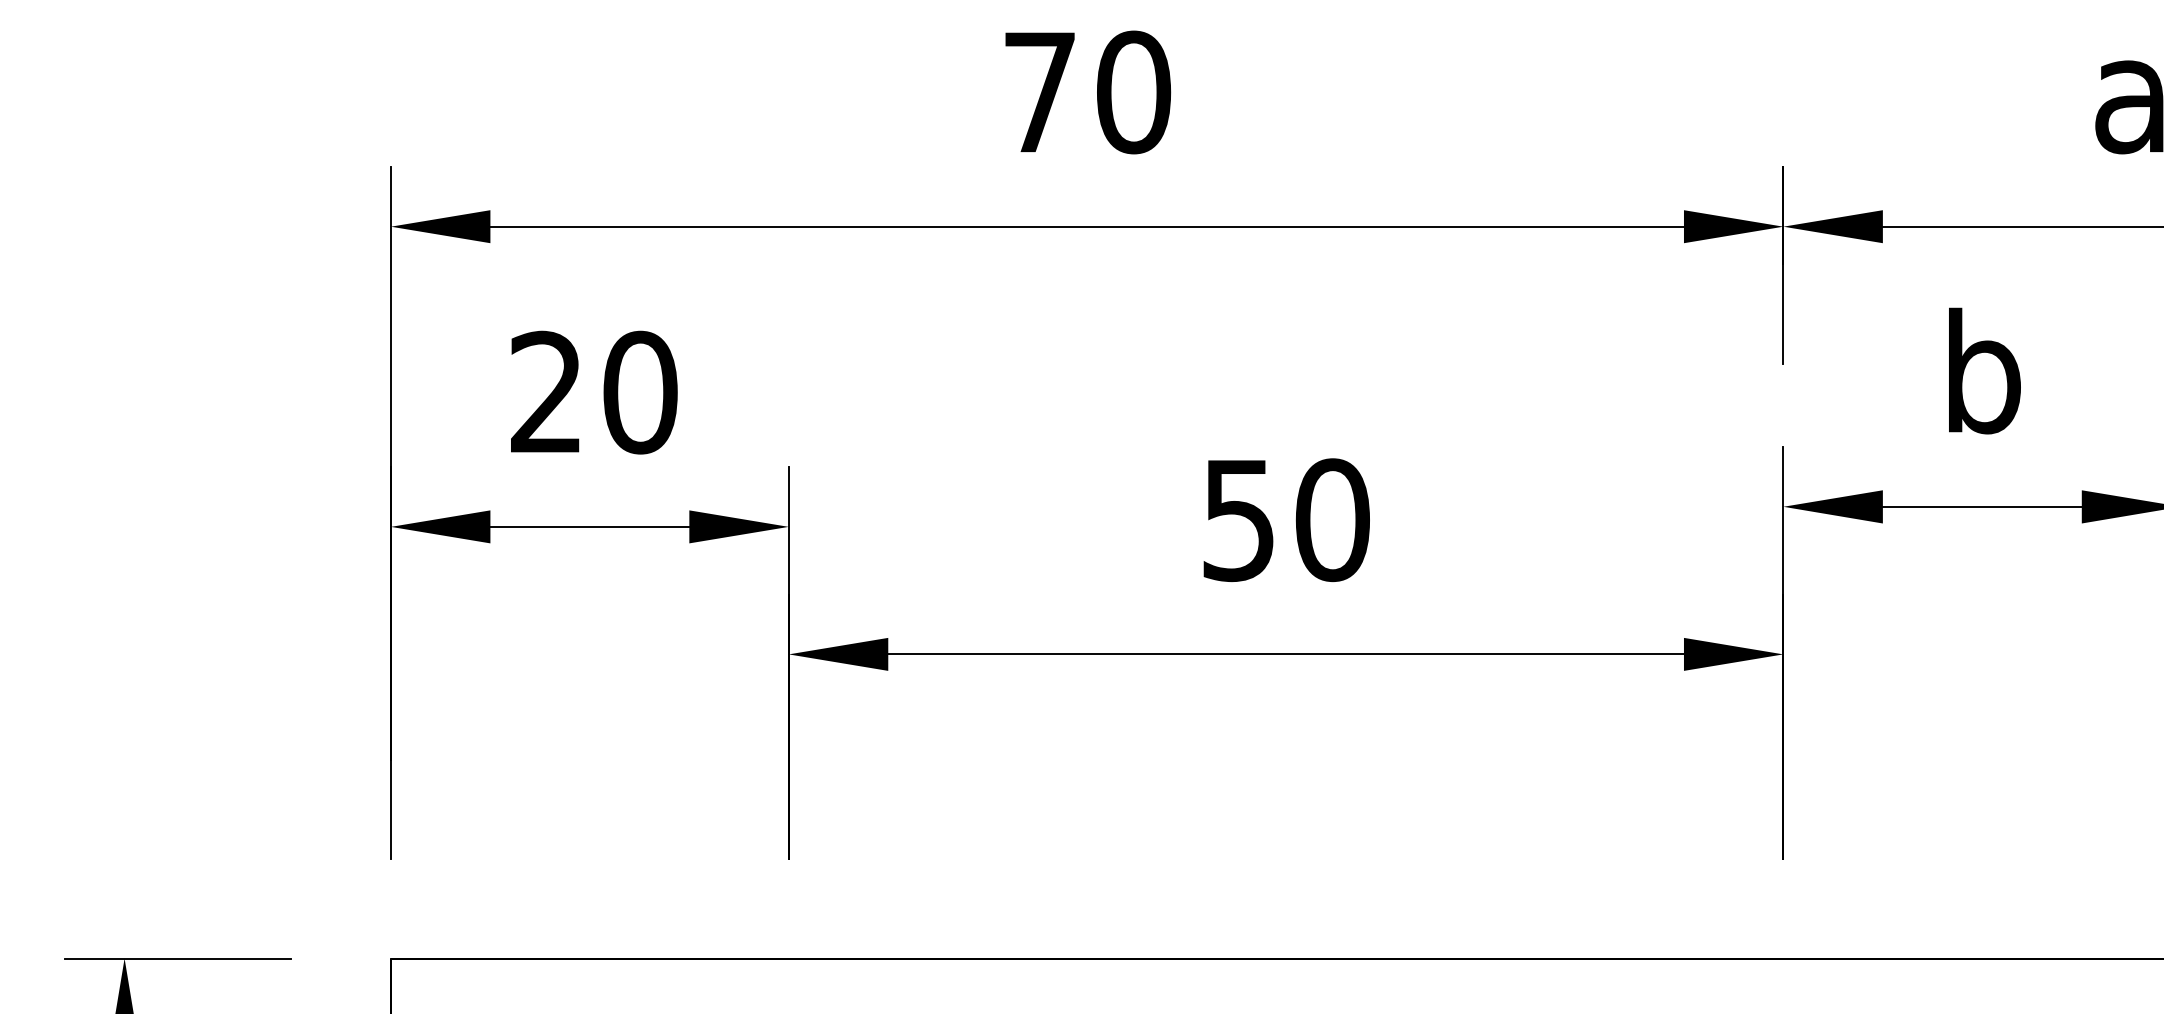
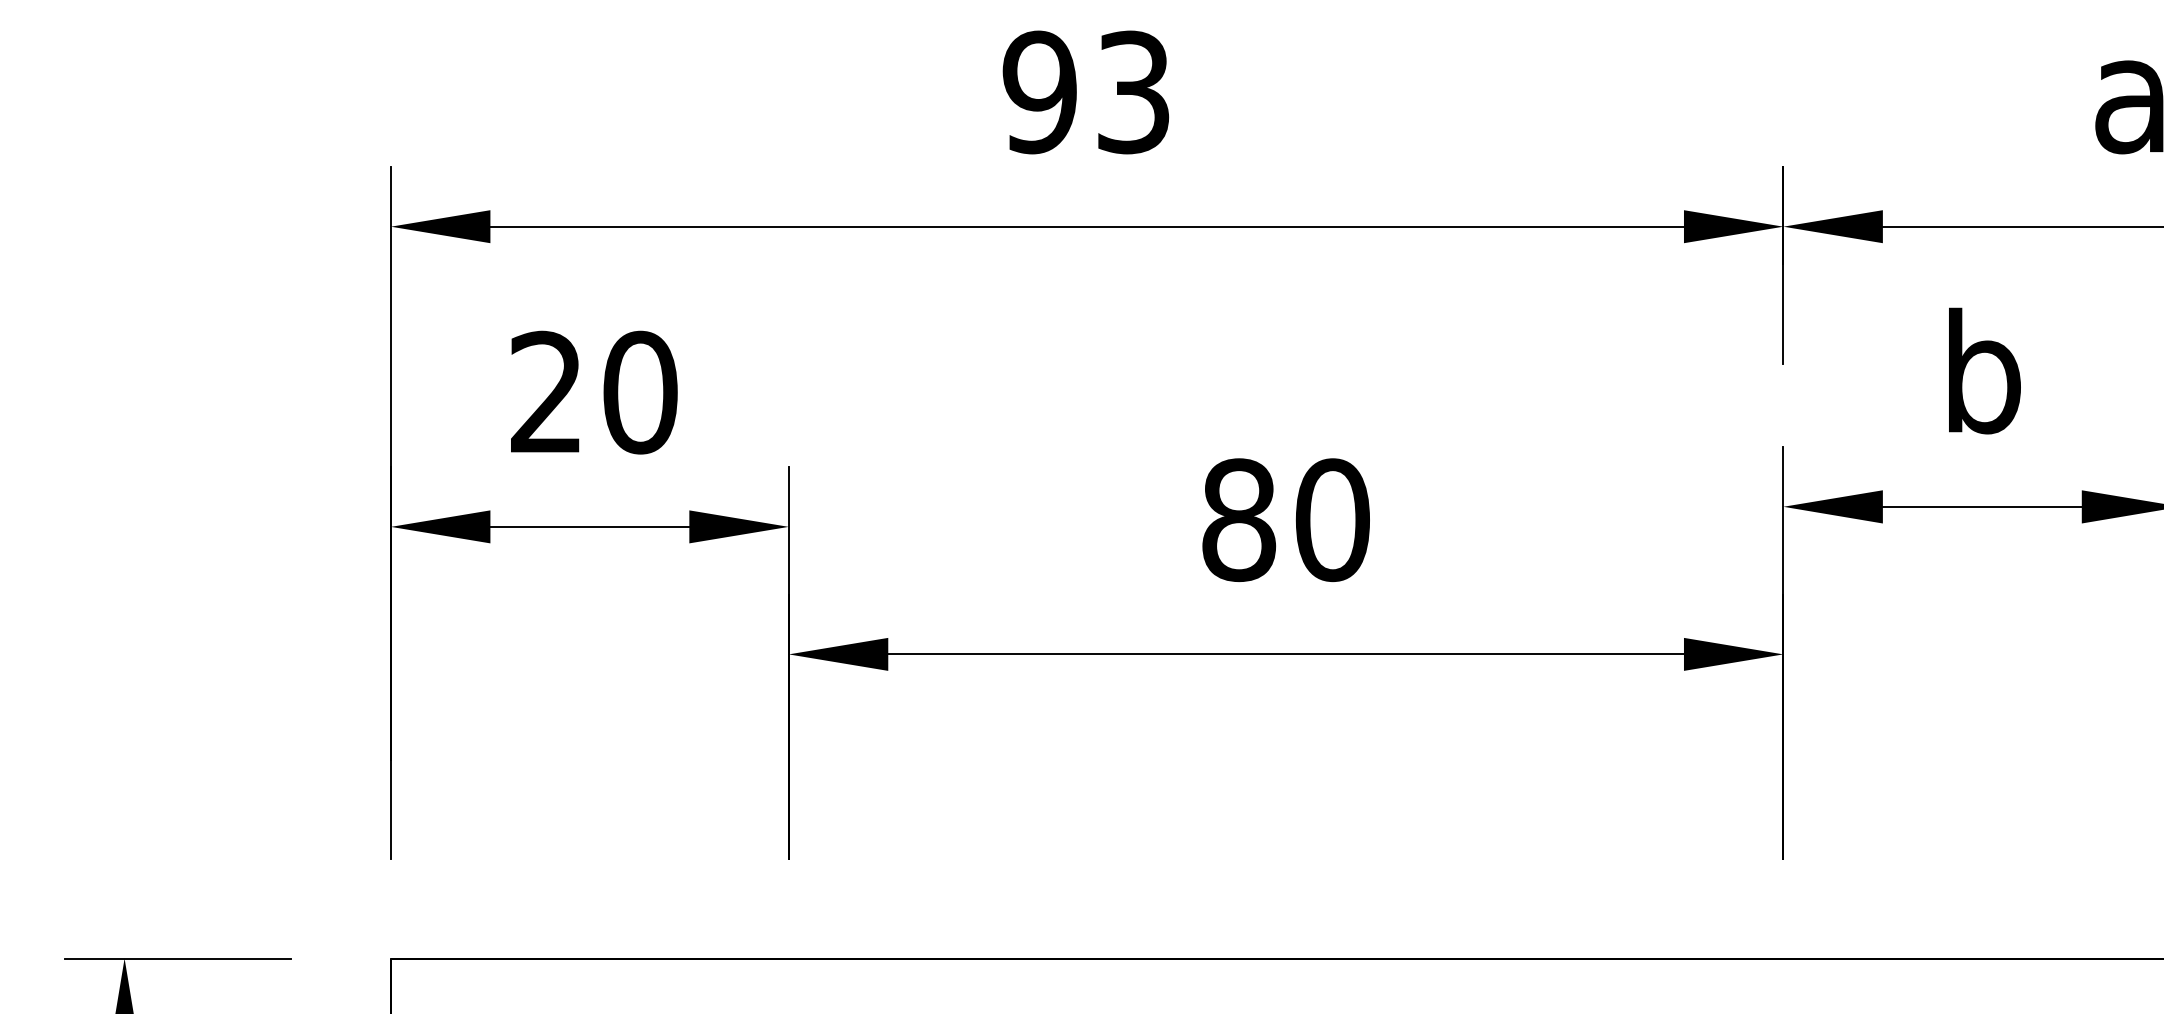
text at (1086, 92): 70 -> 93
text at (1239, 520): 50 -> 80
